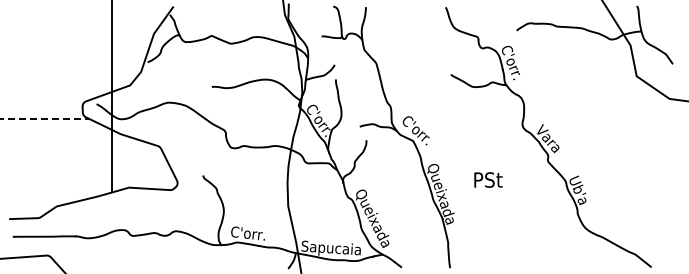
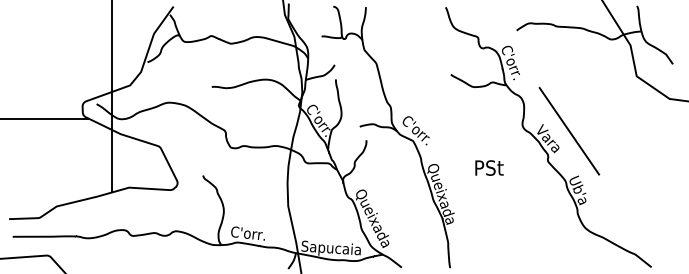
line at (44, 119): dashed -> solid
line at (569, 131): none -> present
text at (488, 179) position: (488, 179) -> (489, 167)
